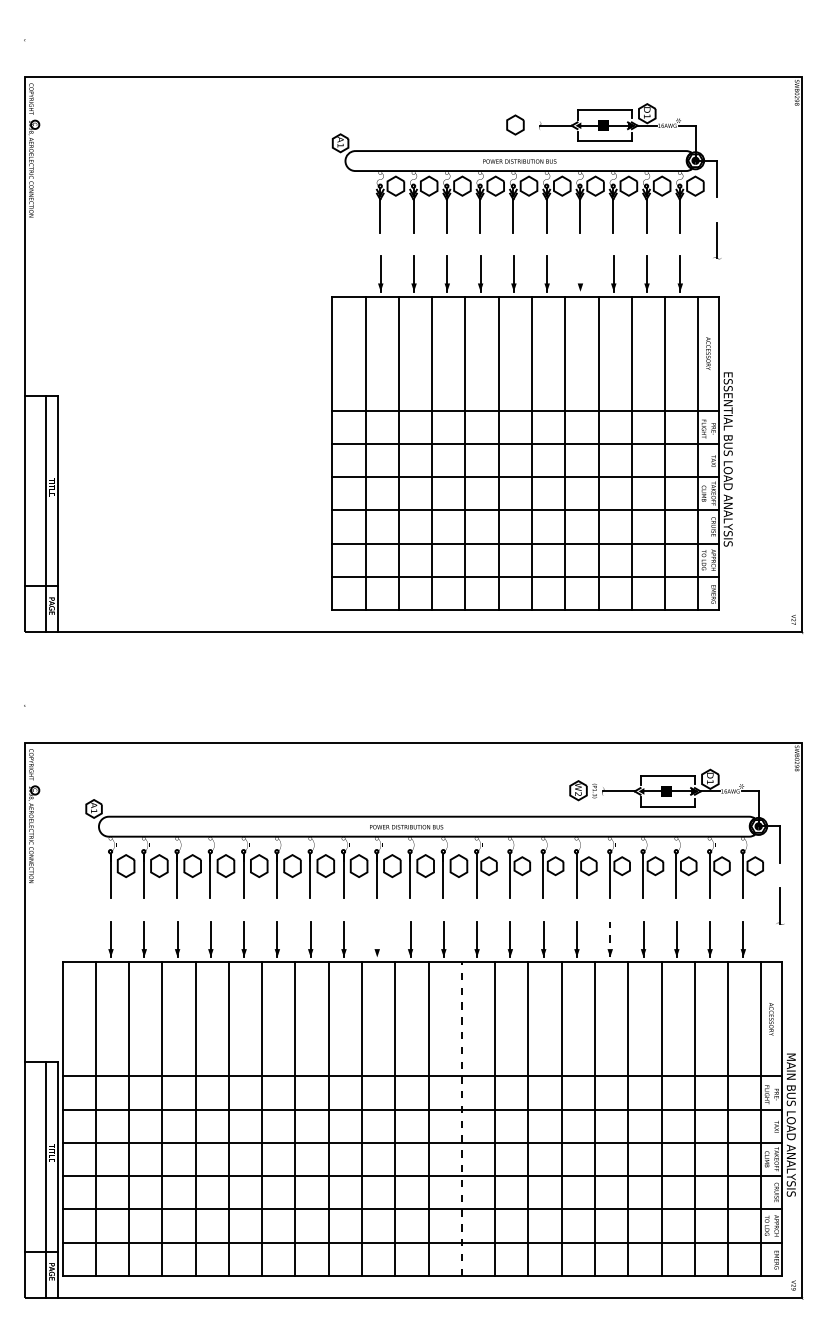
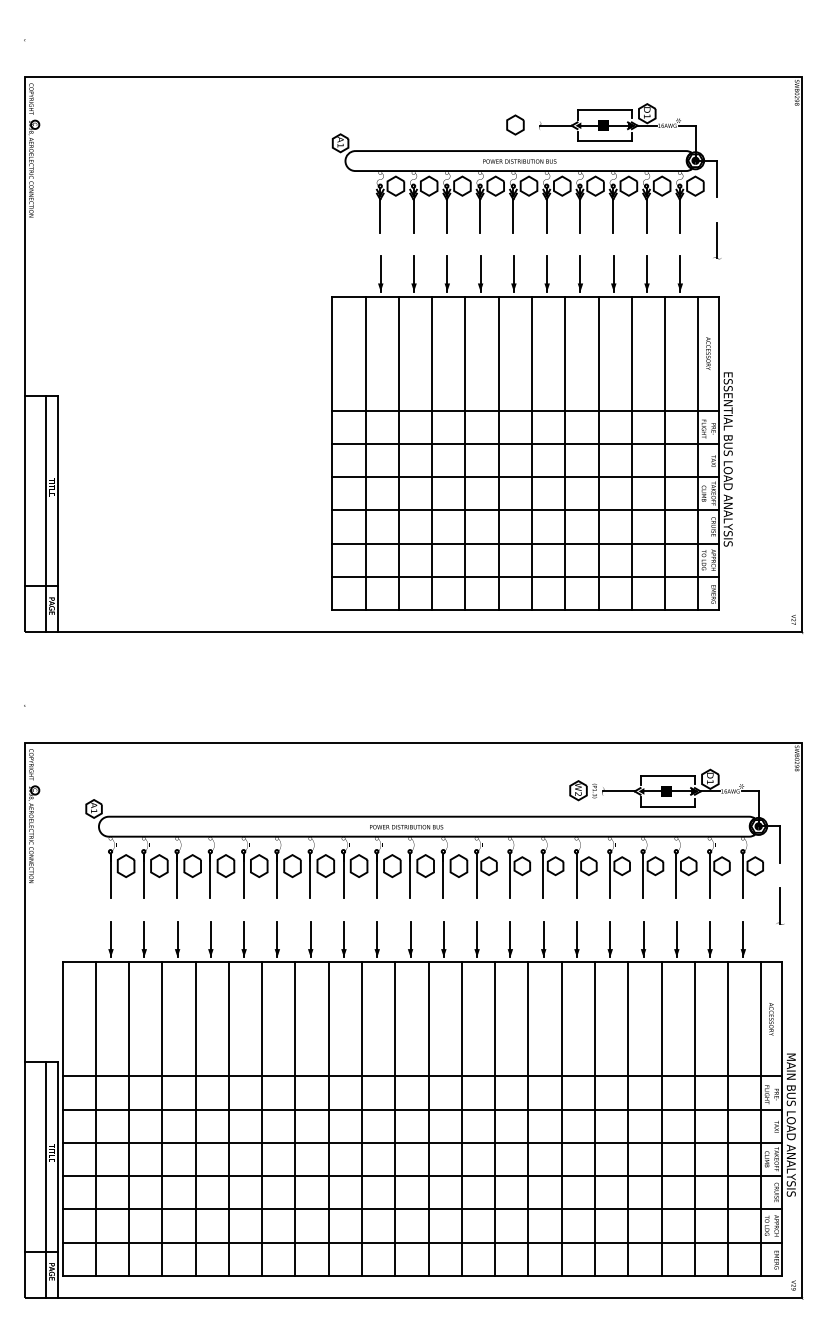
line at (580, 273): none -> present
line at (377, 939): none -> present
line at (610, 939): dashed -> solid
line at (461, 1119): dashed -> solid
